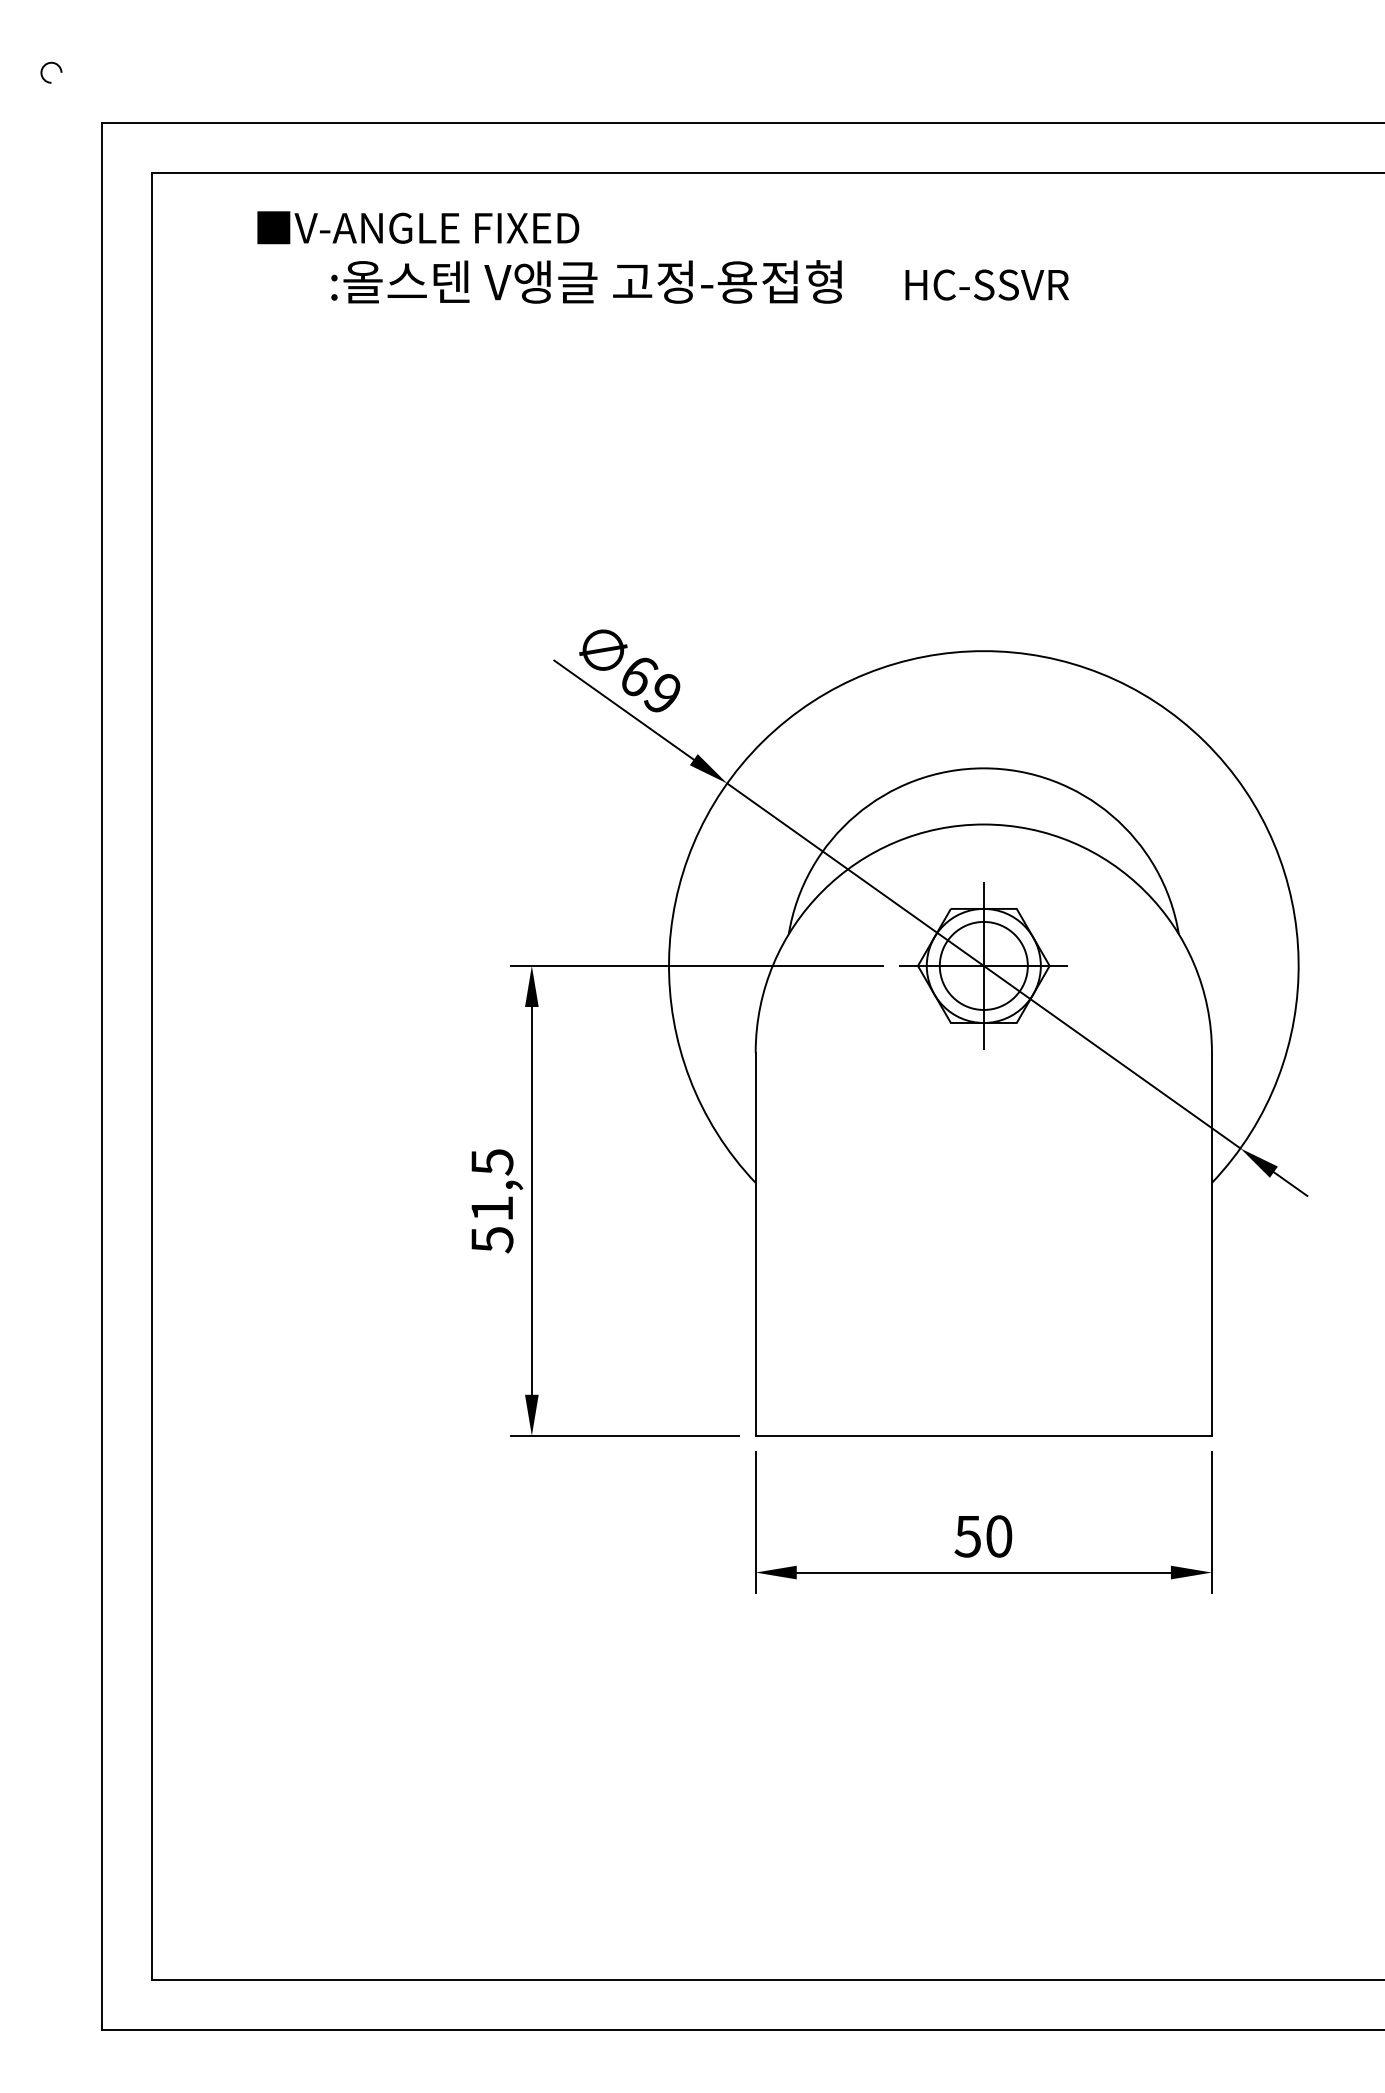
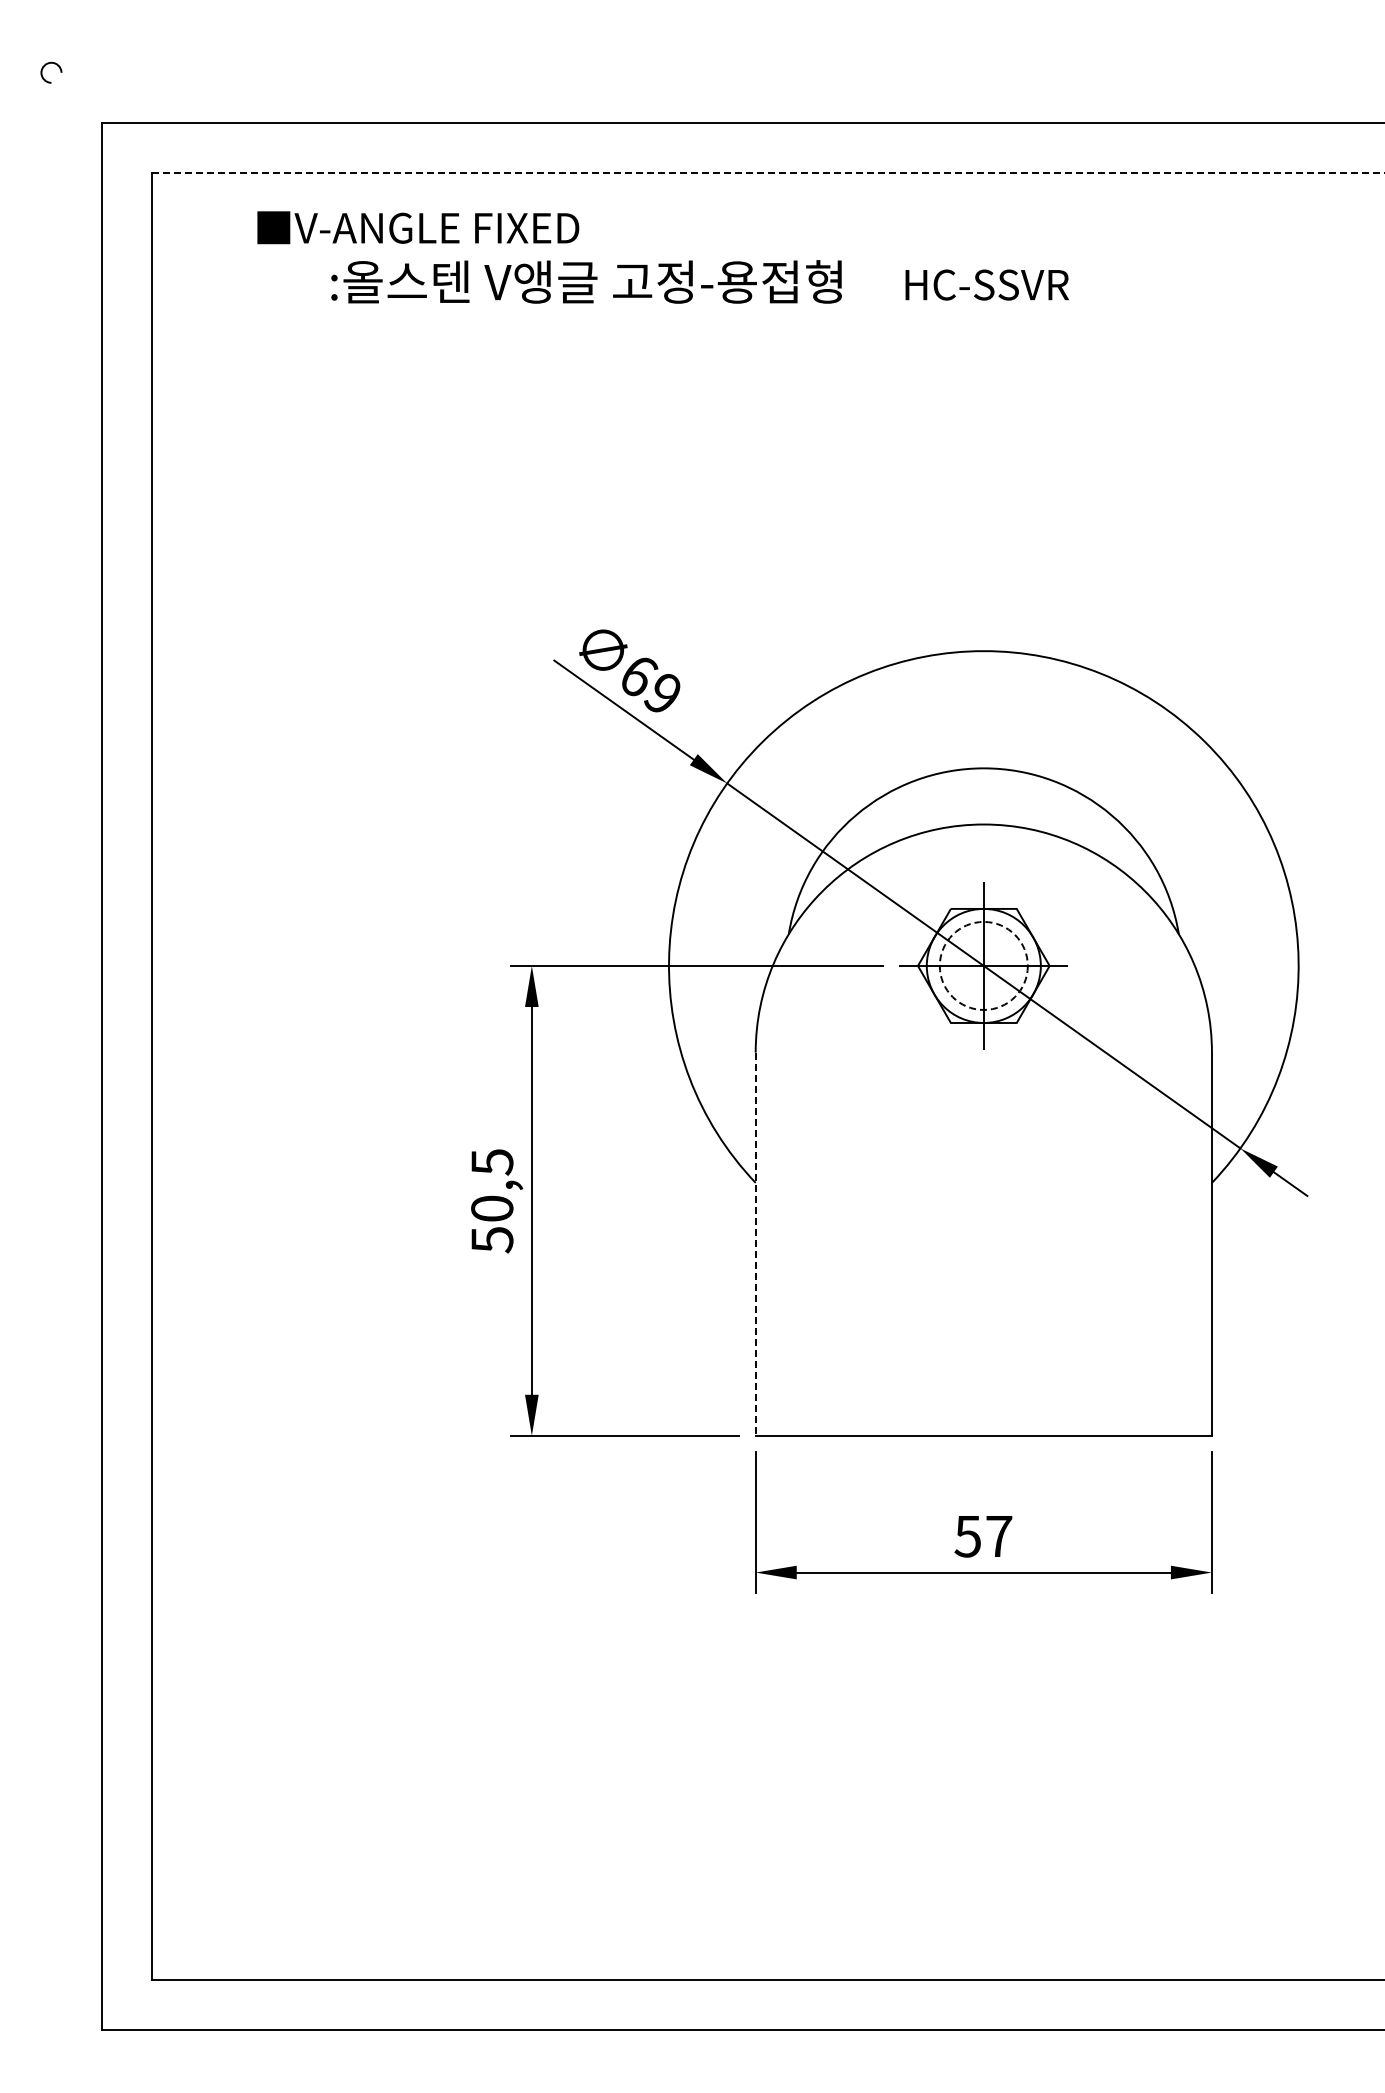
line at (768, 173): solid -> dashed
circle at (983, 965): solid -> dashed
text at (492, 1208): 51,5 -> 50,5
line at (755, 1244): solid -> dashed
text at (999, 1536): 50 -> 57
